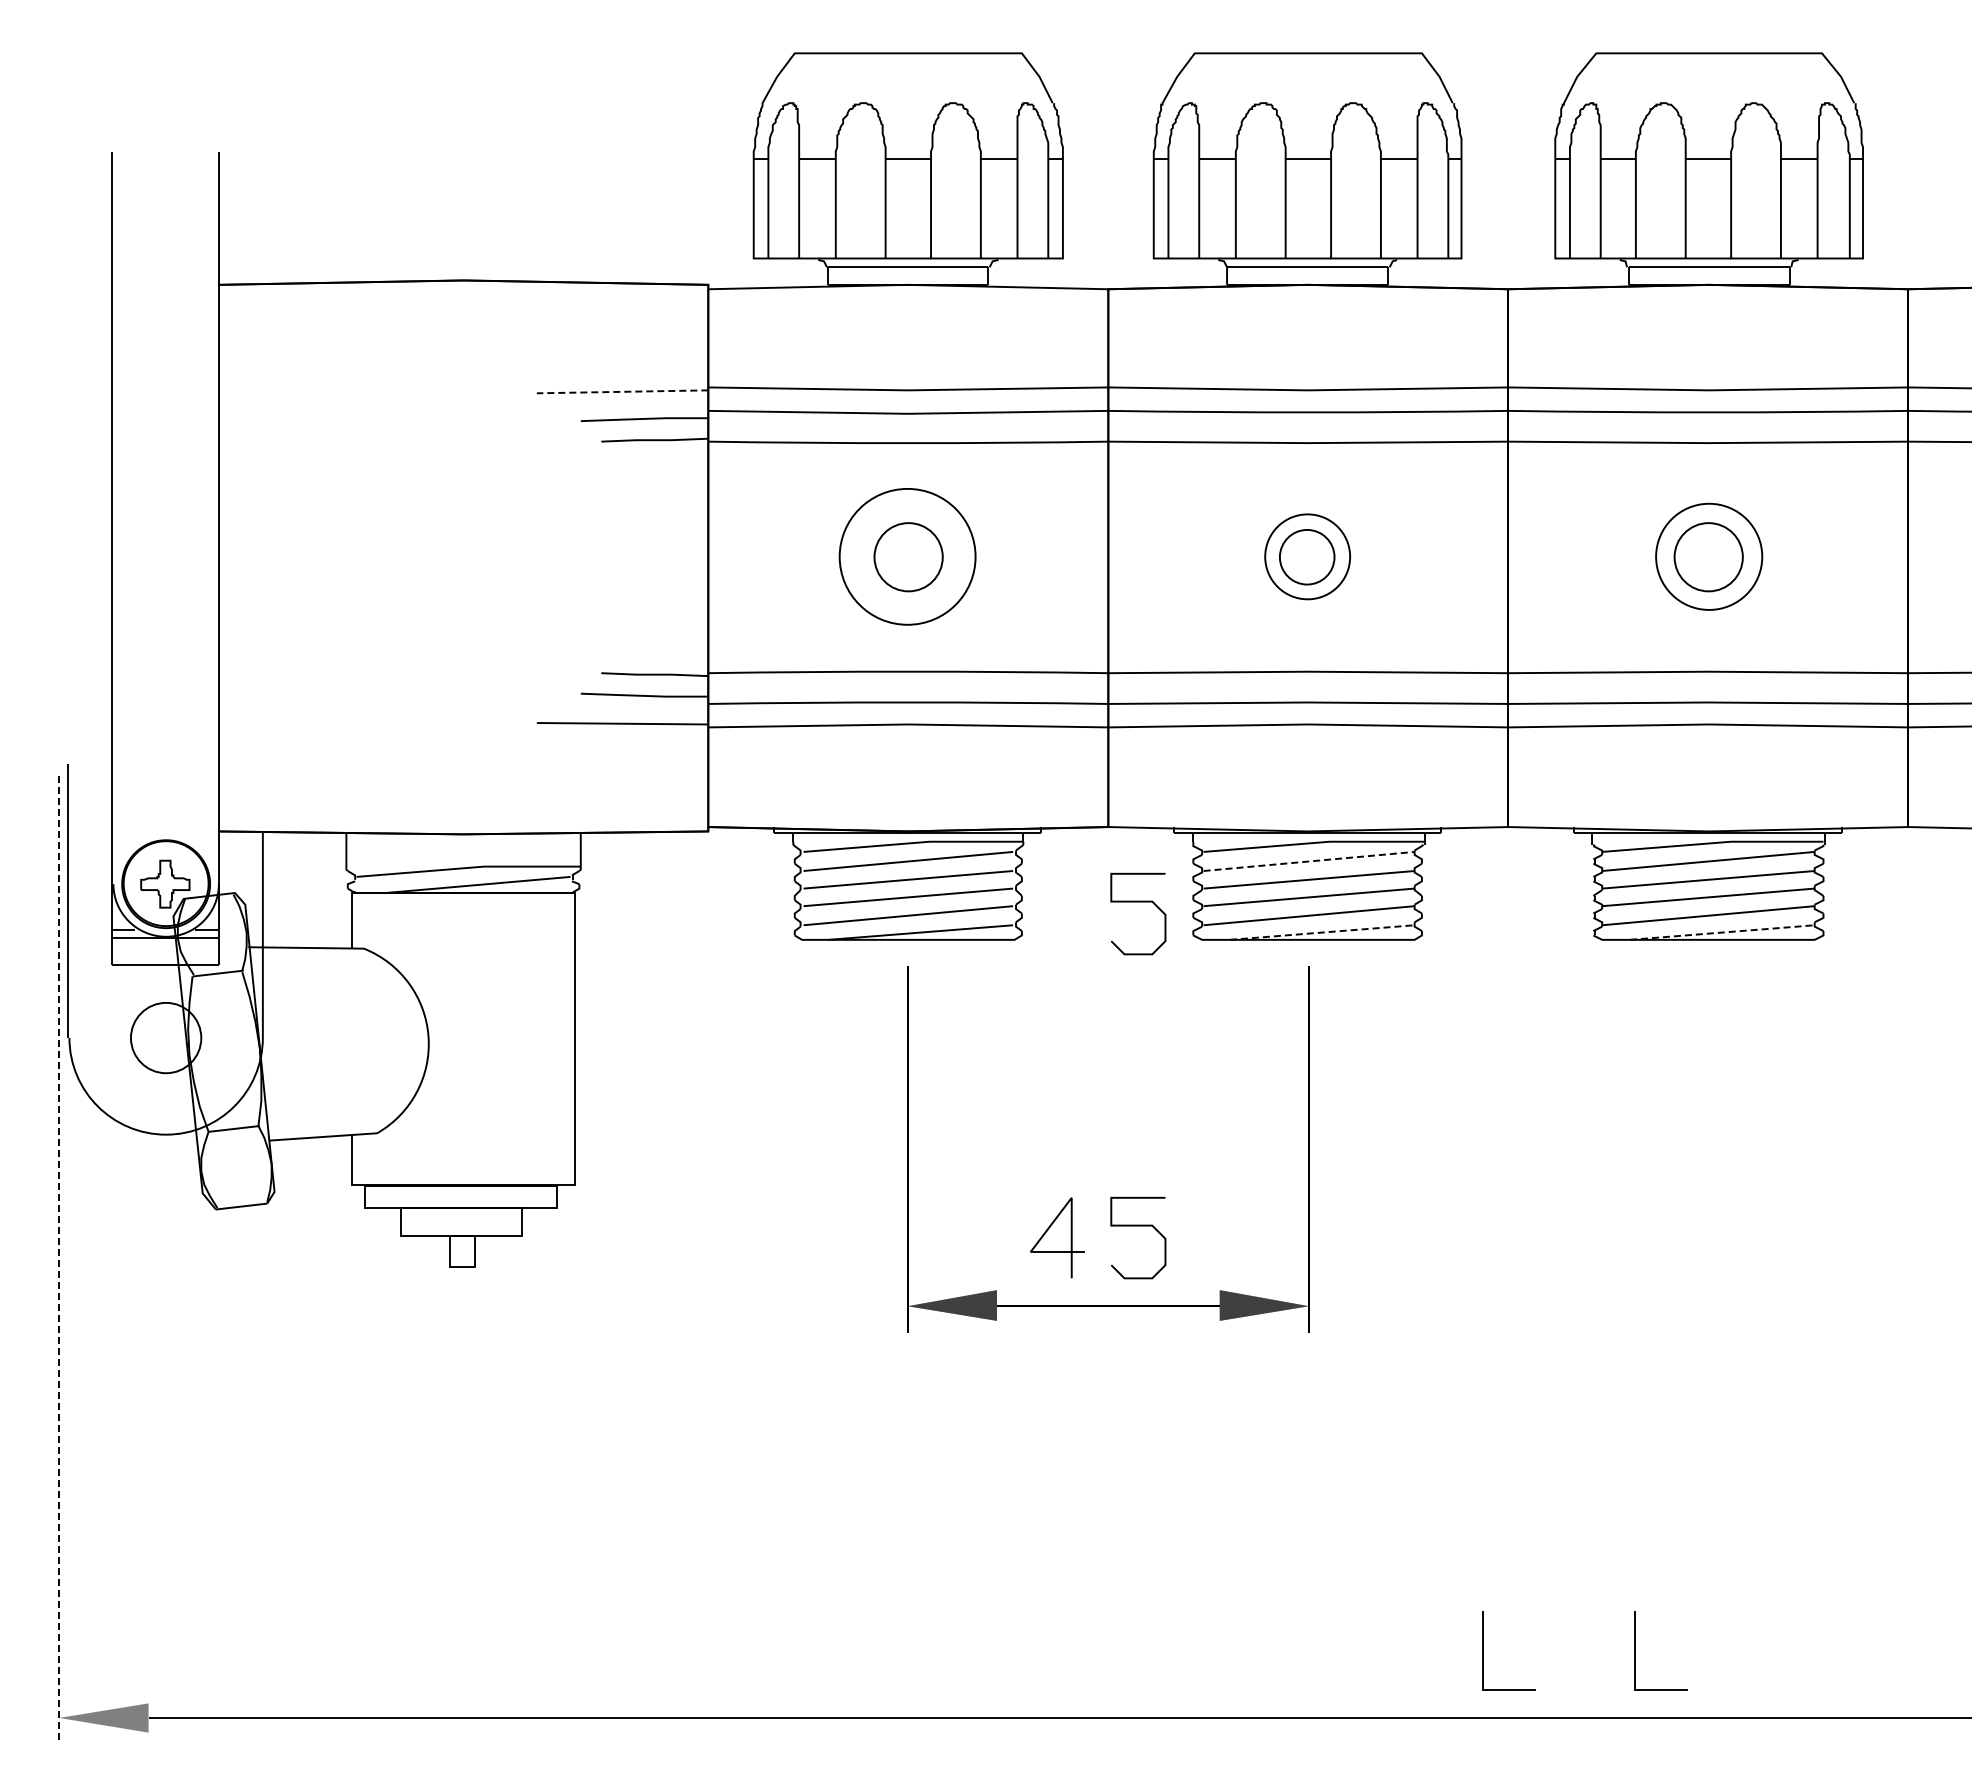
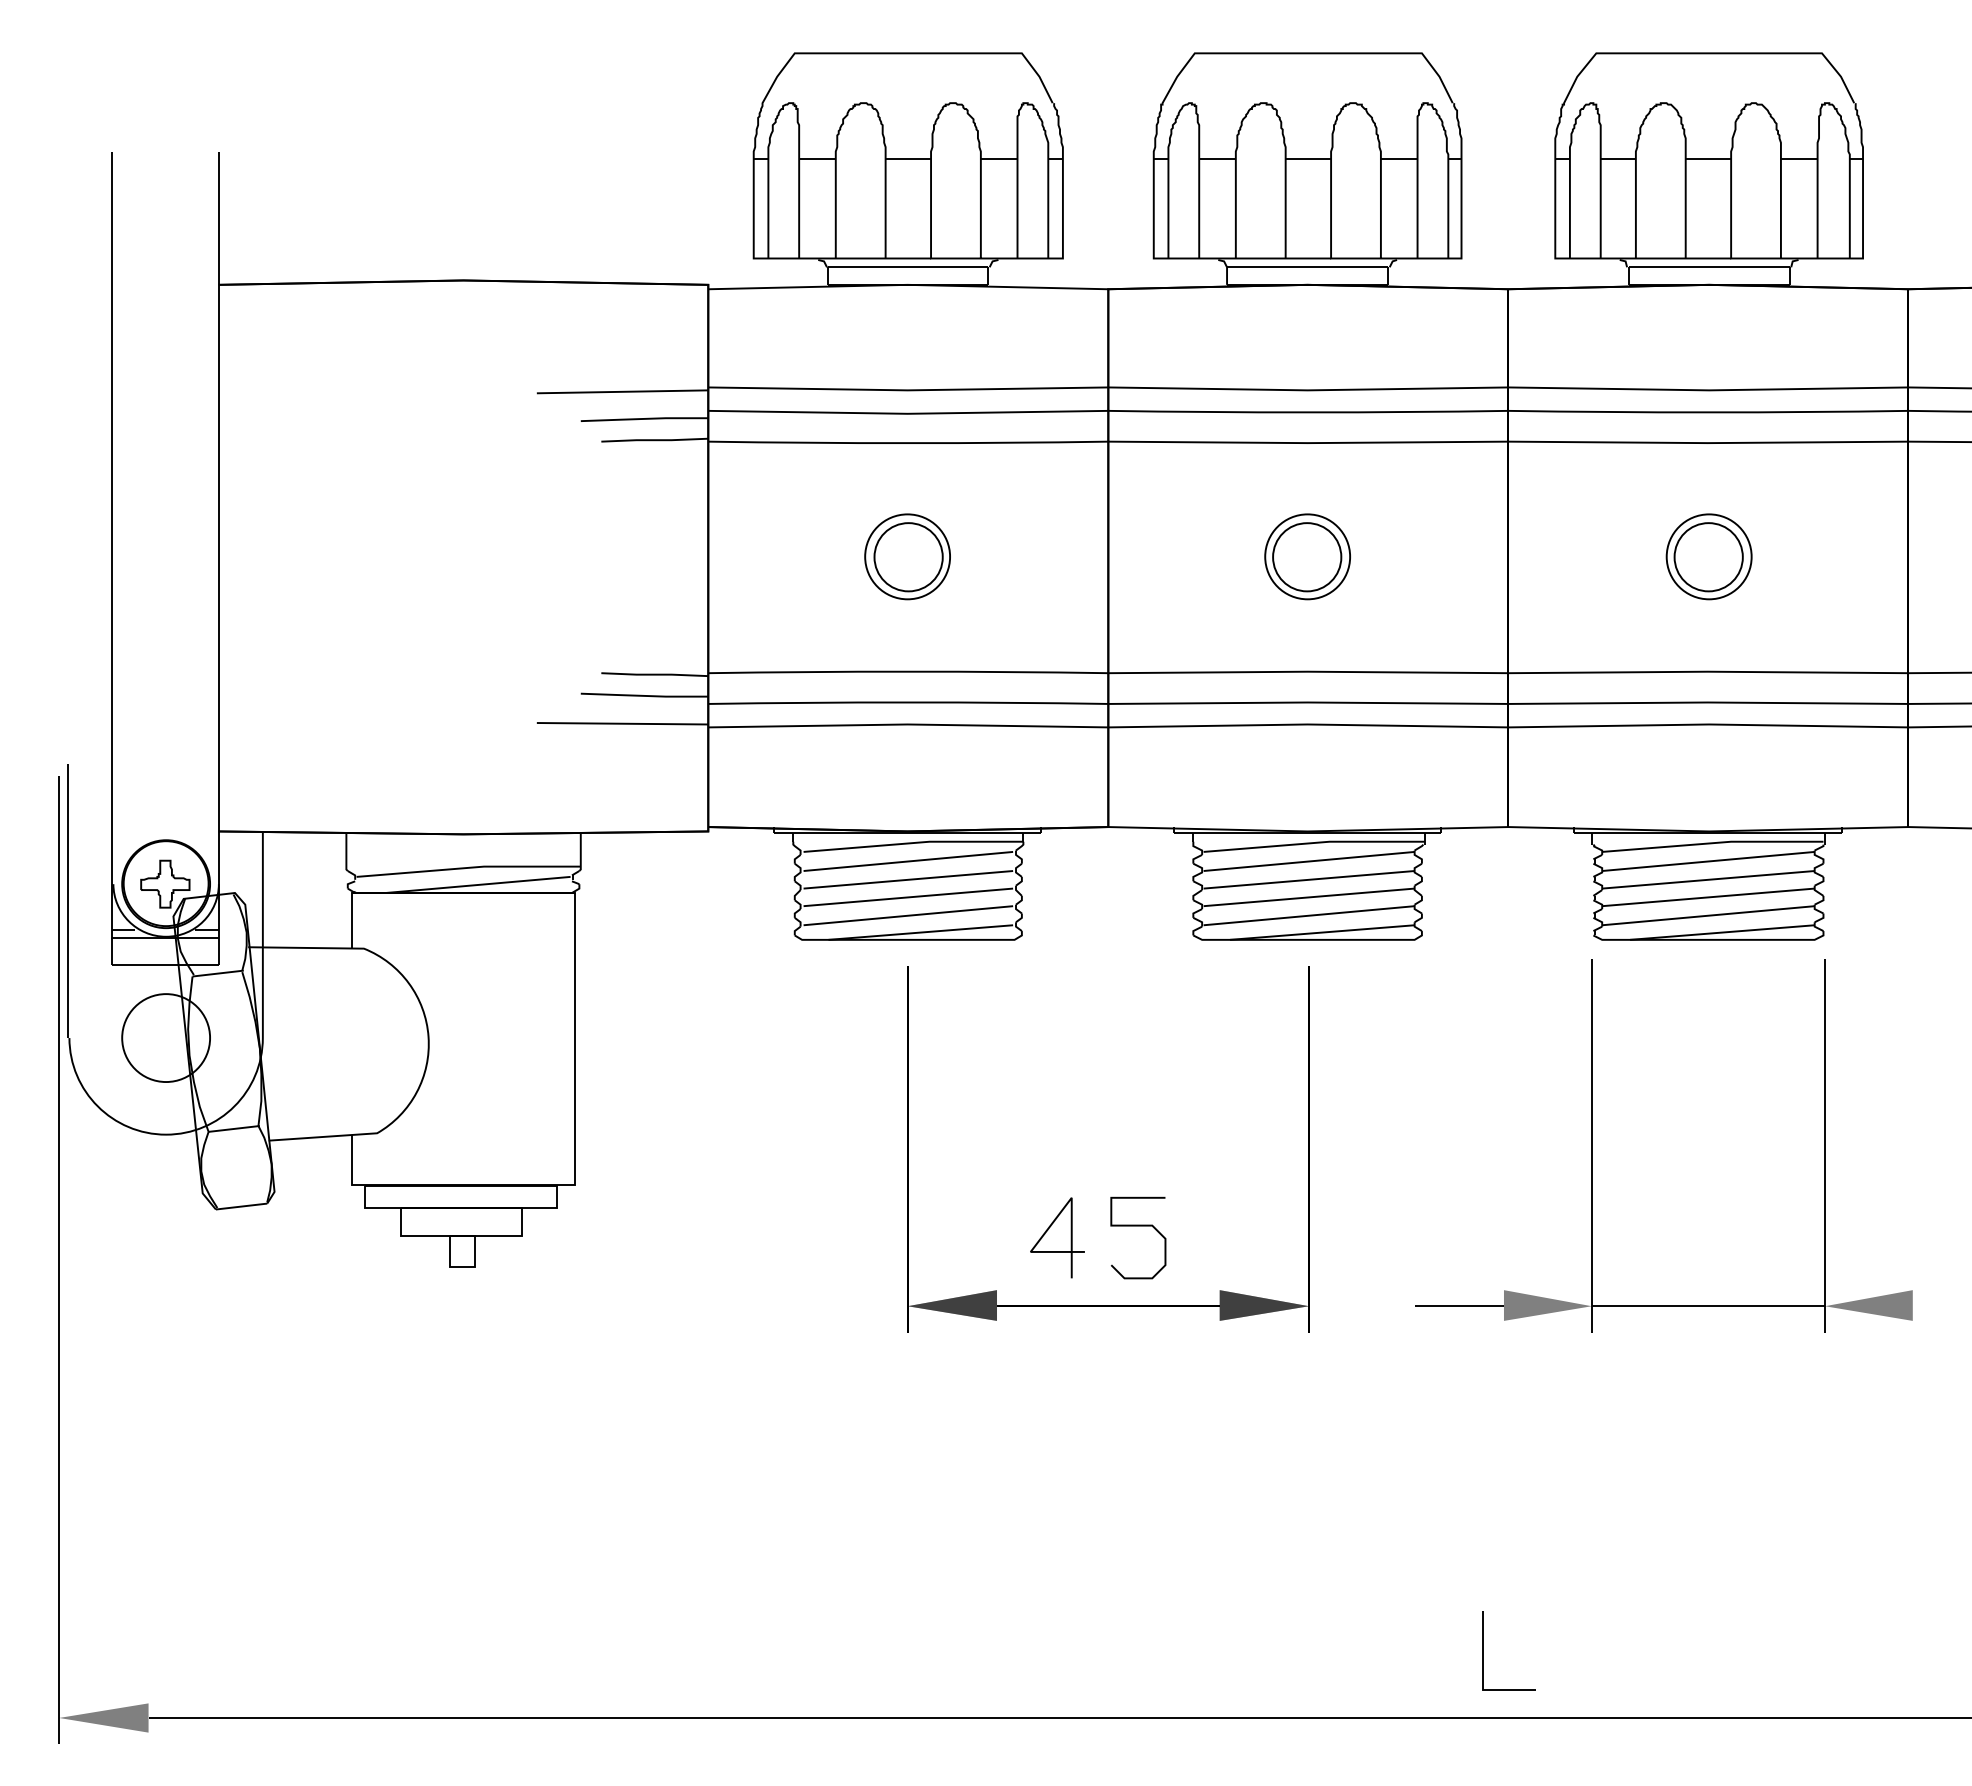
line at (622, 391): dashed -> solid
circle at (907, 556) diameter: 136 px -> 85 px
circle at (1306, 556) diameter: 55 px -> 68 px
circle at (1709, 556) diameter: 106 px -> 85 px
line at (1309, 861): dashed -> solid
curve at (1138, 902): present -> none
line at (1322, 932): dashed -> solid
line at (1722, 932): dashed -> solid
circle at (165, 1037) diameter: 70 px -> 88 px
part at (1592, 1145): none -> present
line at (59, 1260): dashed -> solid
line at (1635, 1650): present -> none
